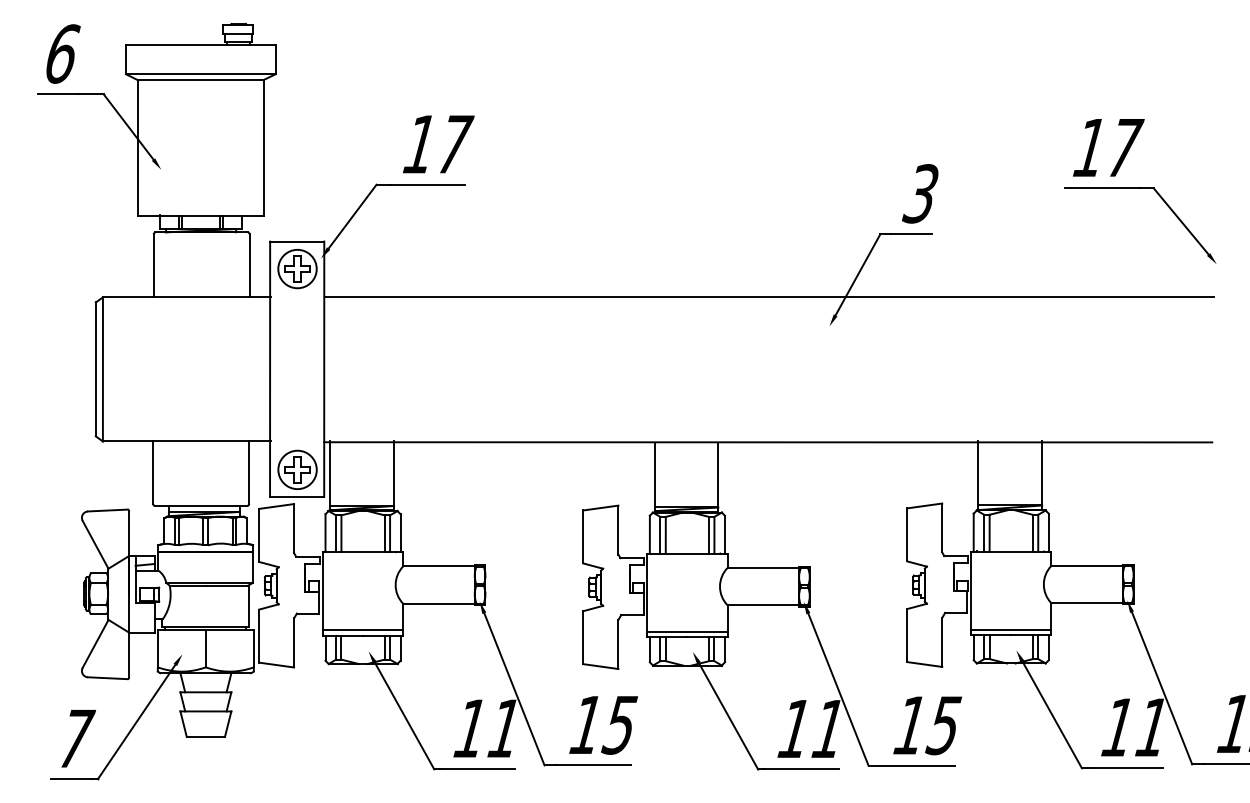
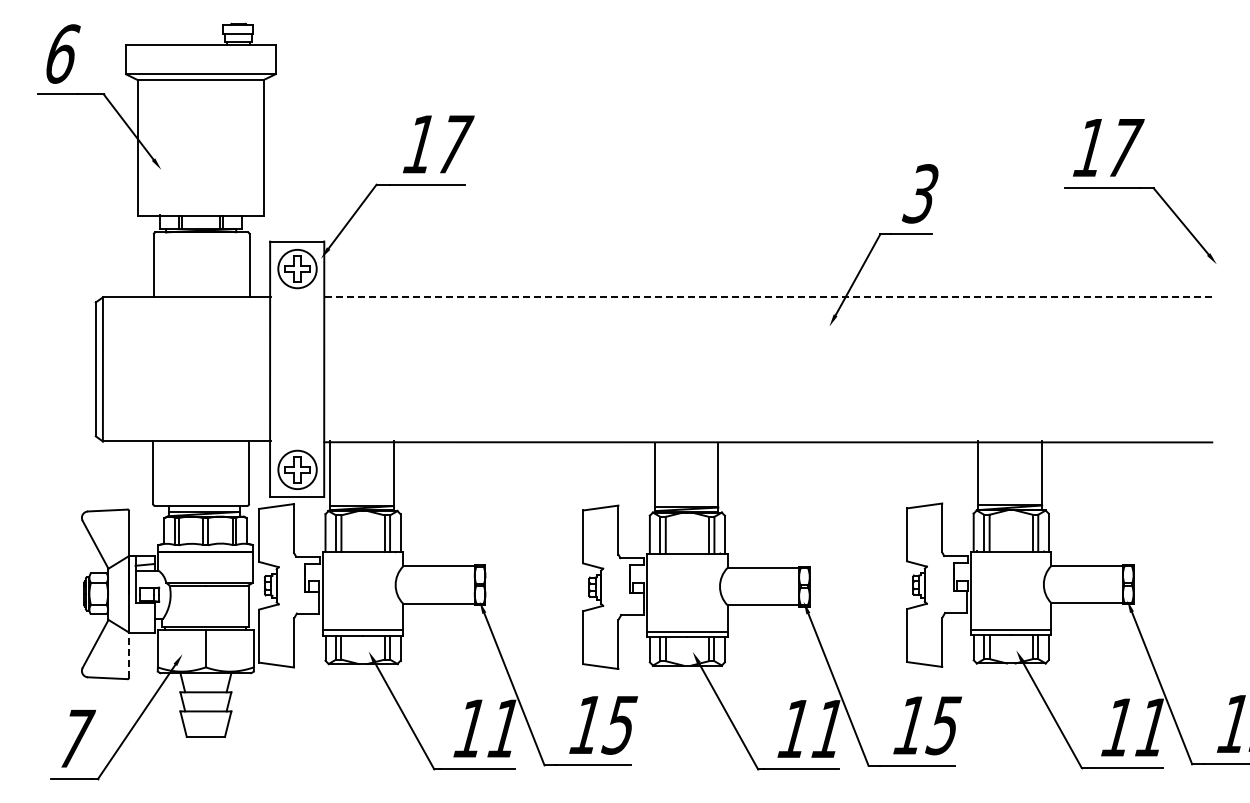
line at (769, 297): solid -> dashed
line at (129, 654): solid -> dashed
